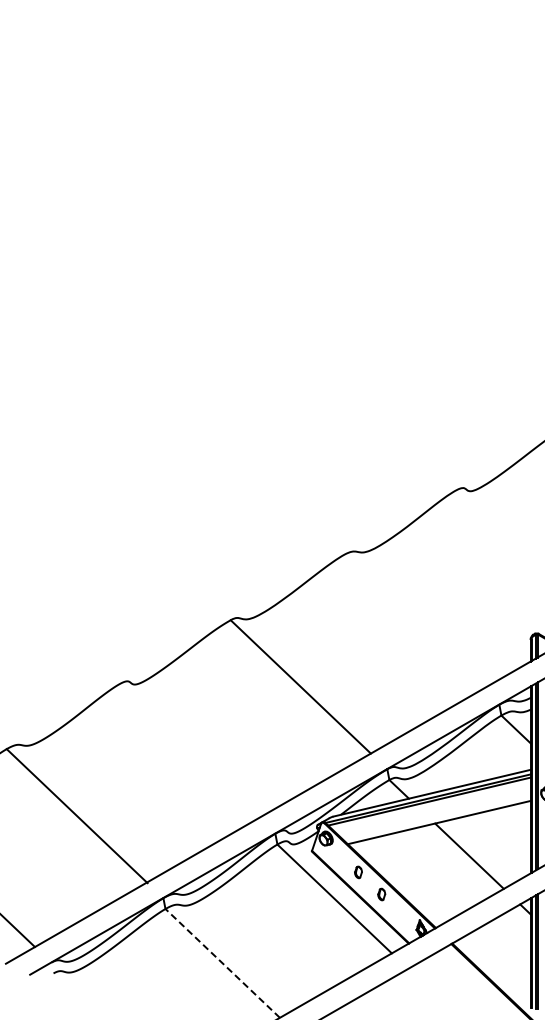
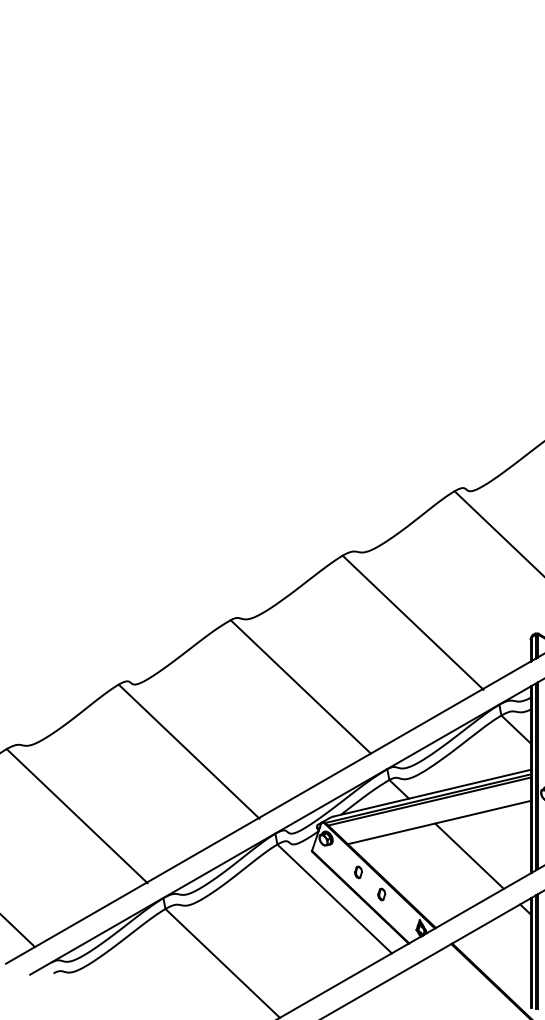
line at (497, 532): none -> present
line at (412, 622): none -> present
line at (188, 751): none -> present
line at (222, 963): dashed -> solid
